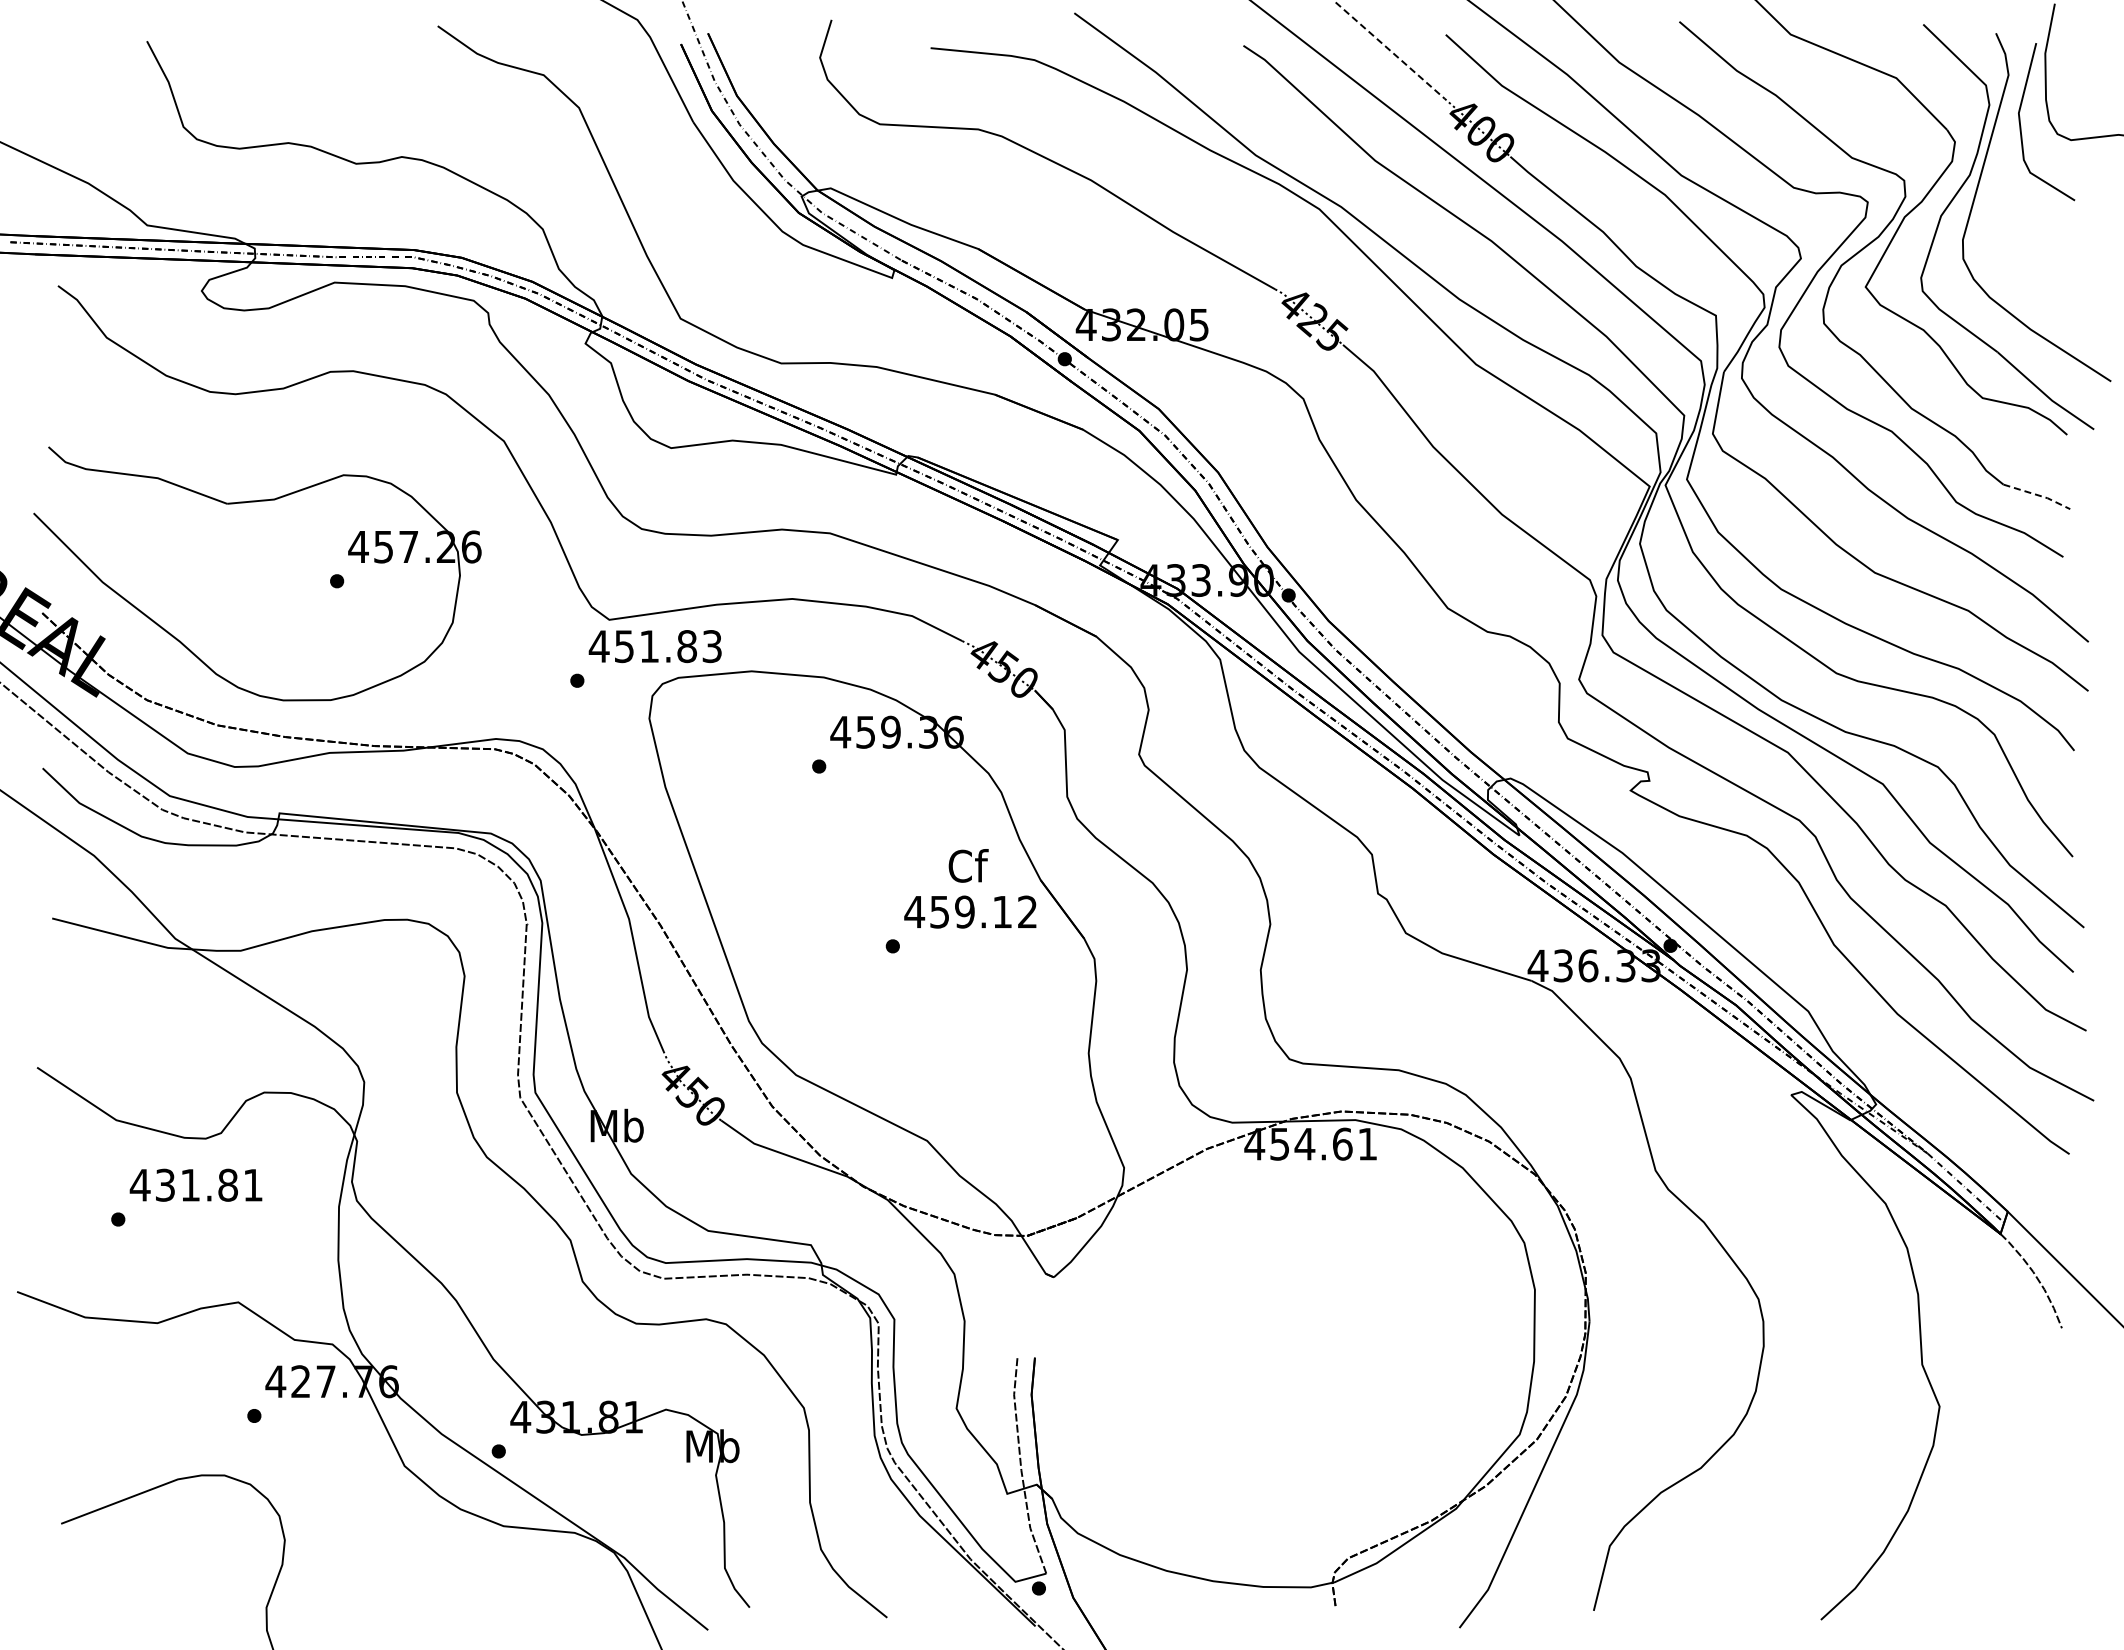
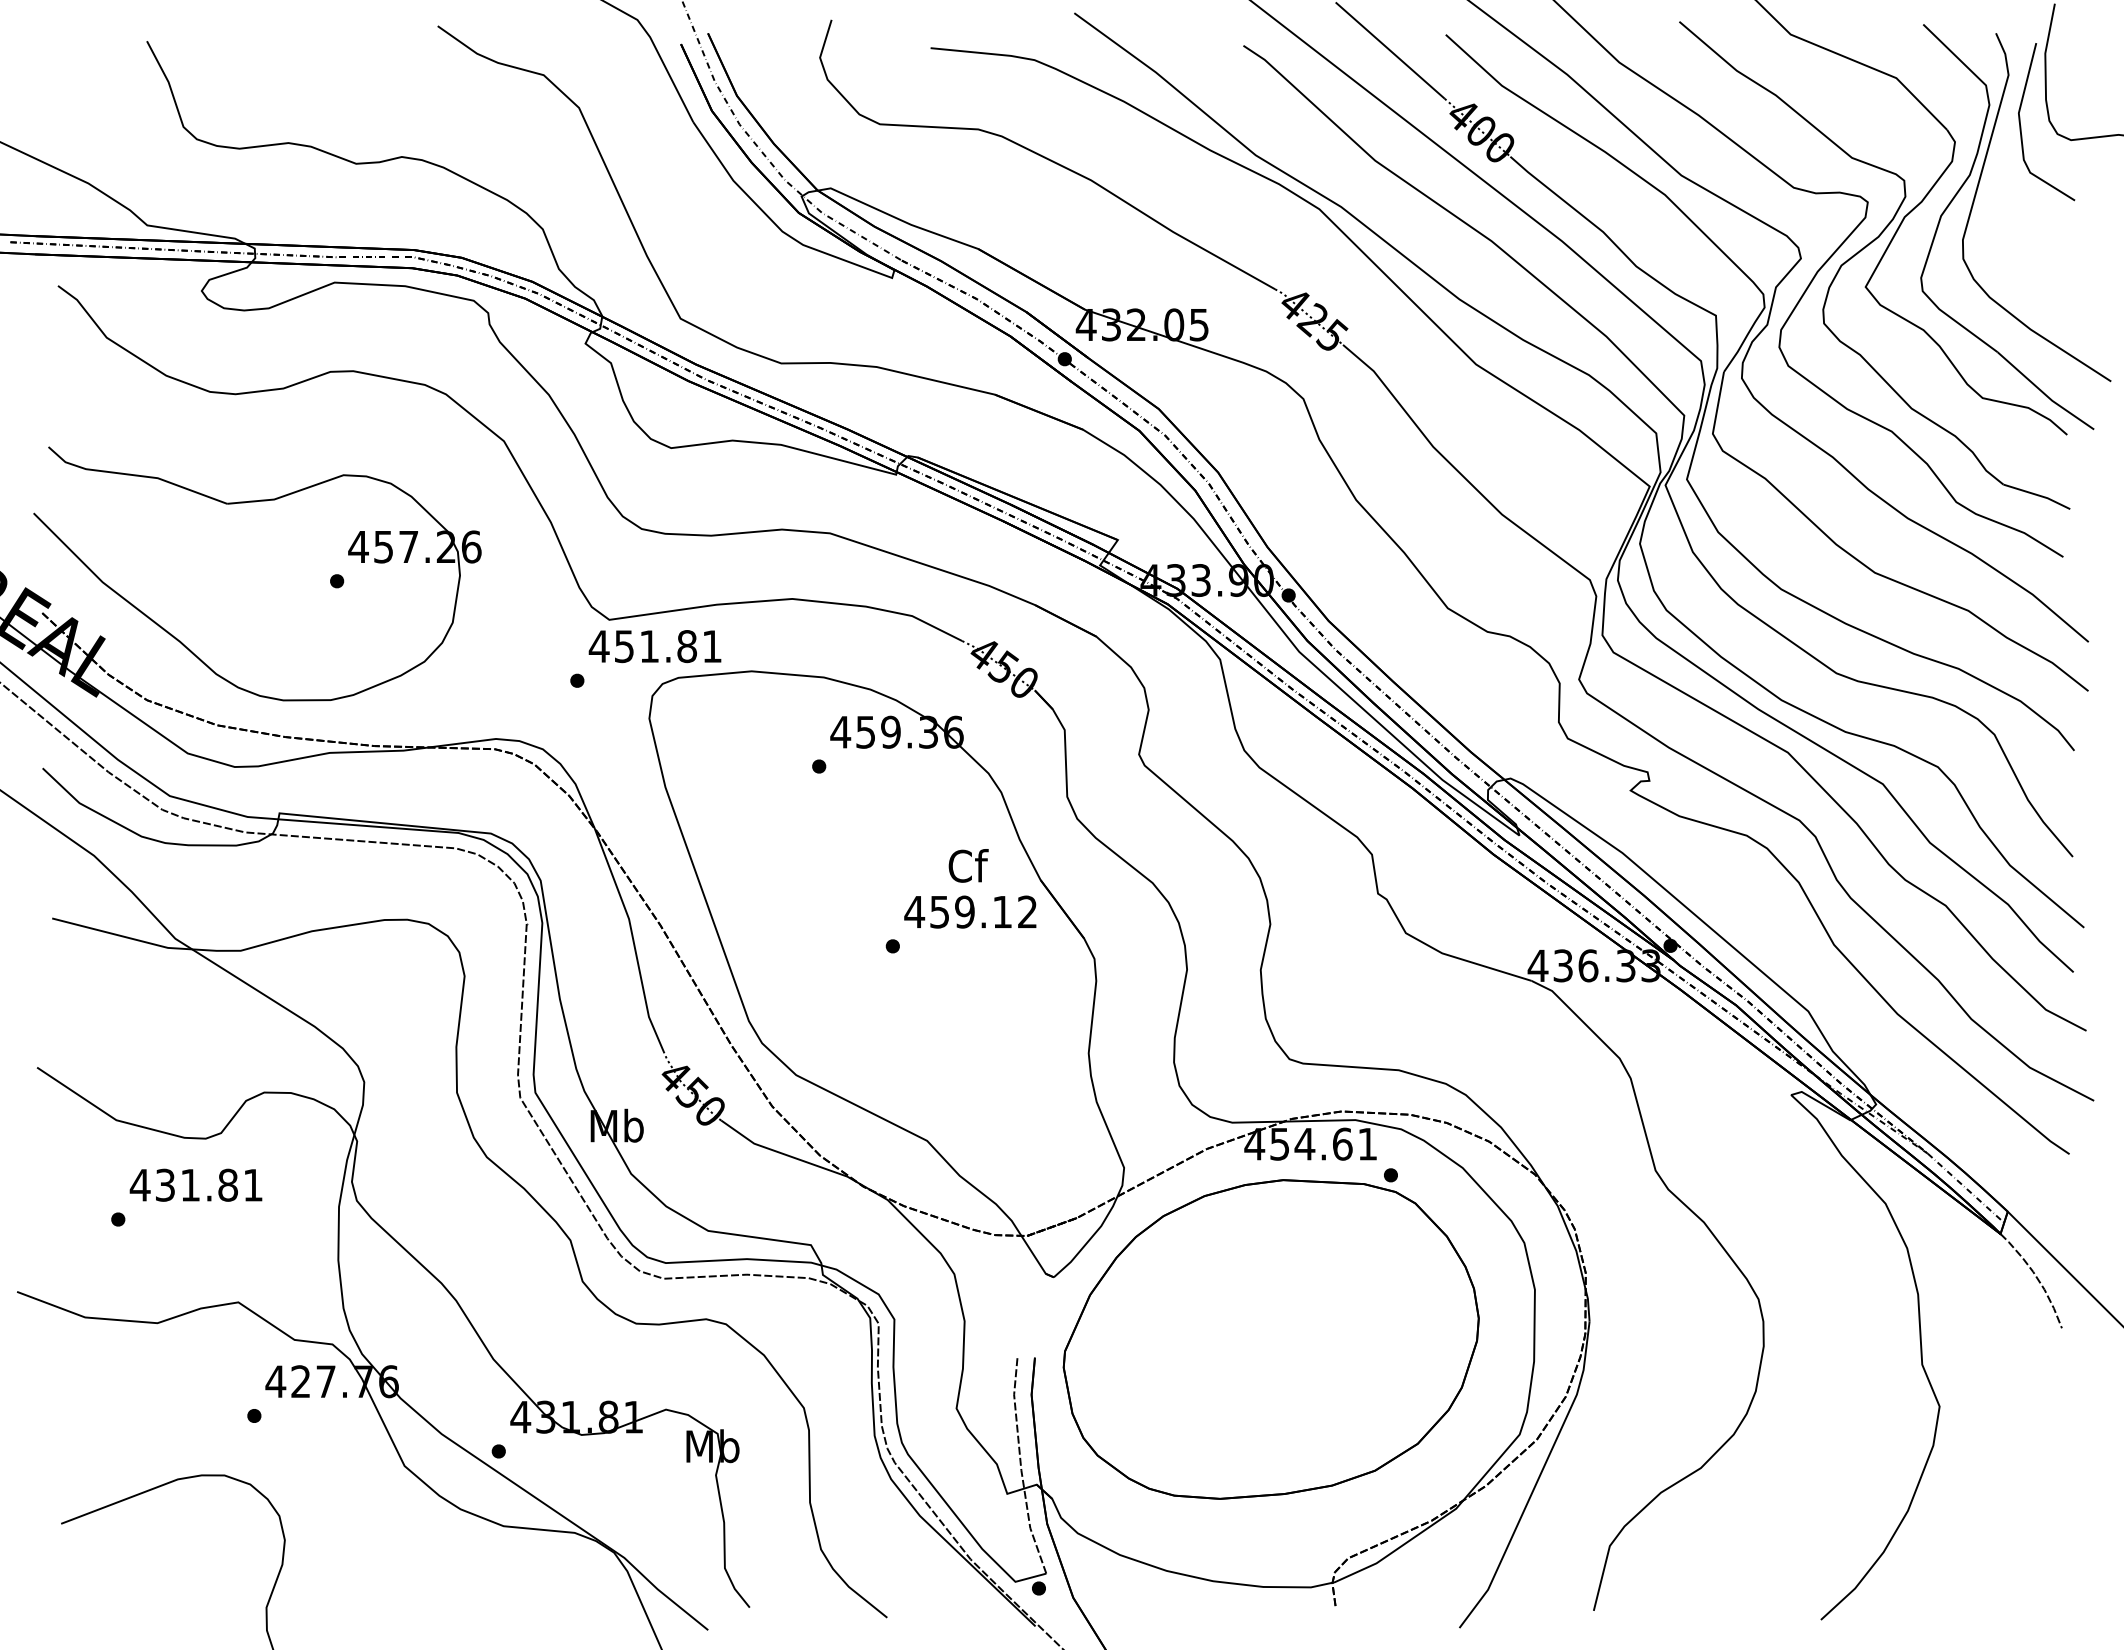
line at (1390, 50): dashed -> solid
line at (2038, 495): dashed -> solid
text at (711, 646): 451.83 -> 451.81
part at (1270, 1333): none -> present
